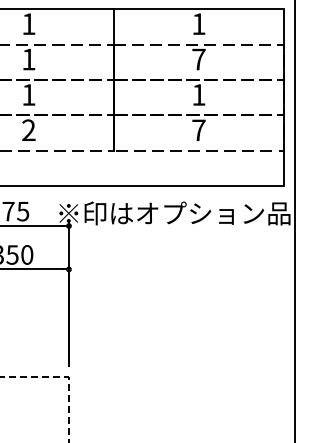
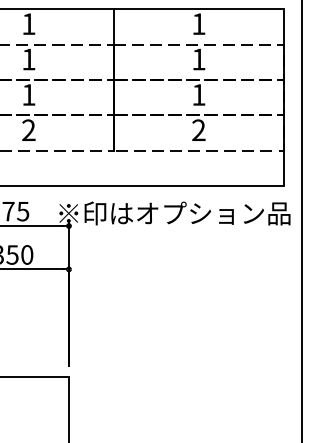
text at (198, 59): 7 -> 1
text at (198, 129): 7 -> 2
line at (294, 220) position: (294, 220) -> (301, 220)
line at (67, 377): dashed -> solid
